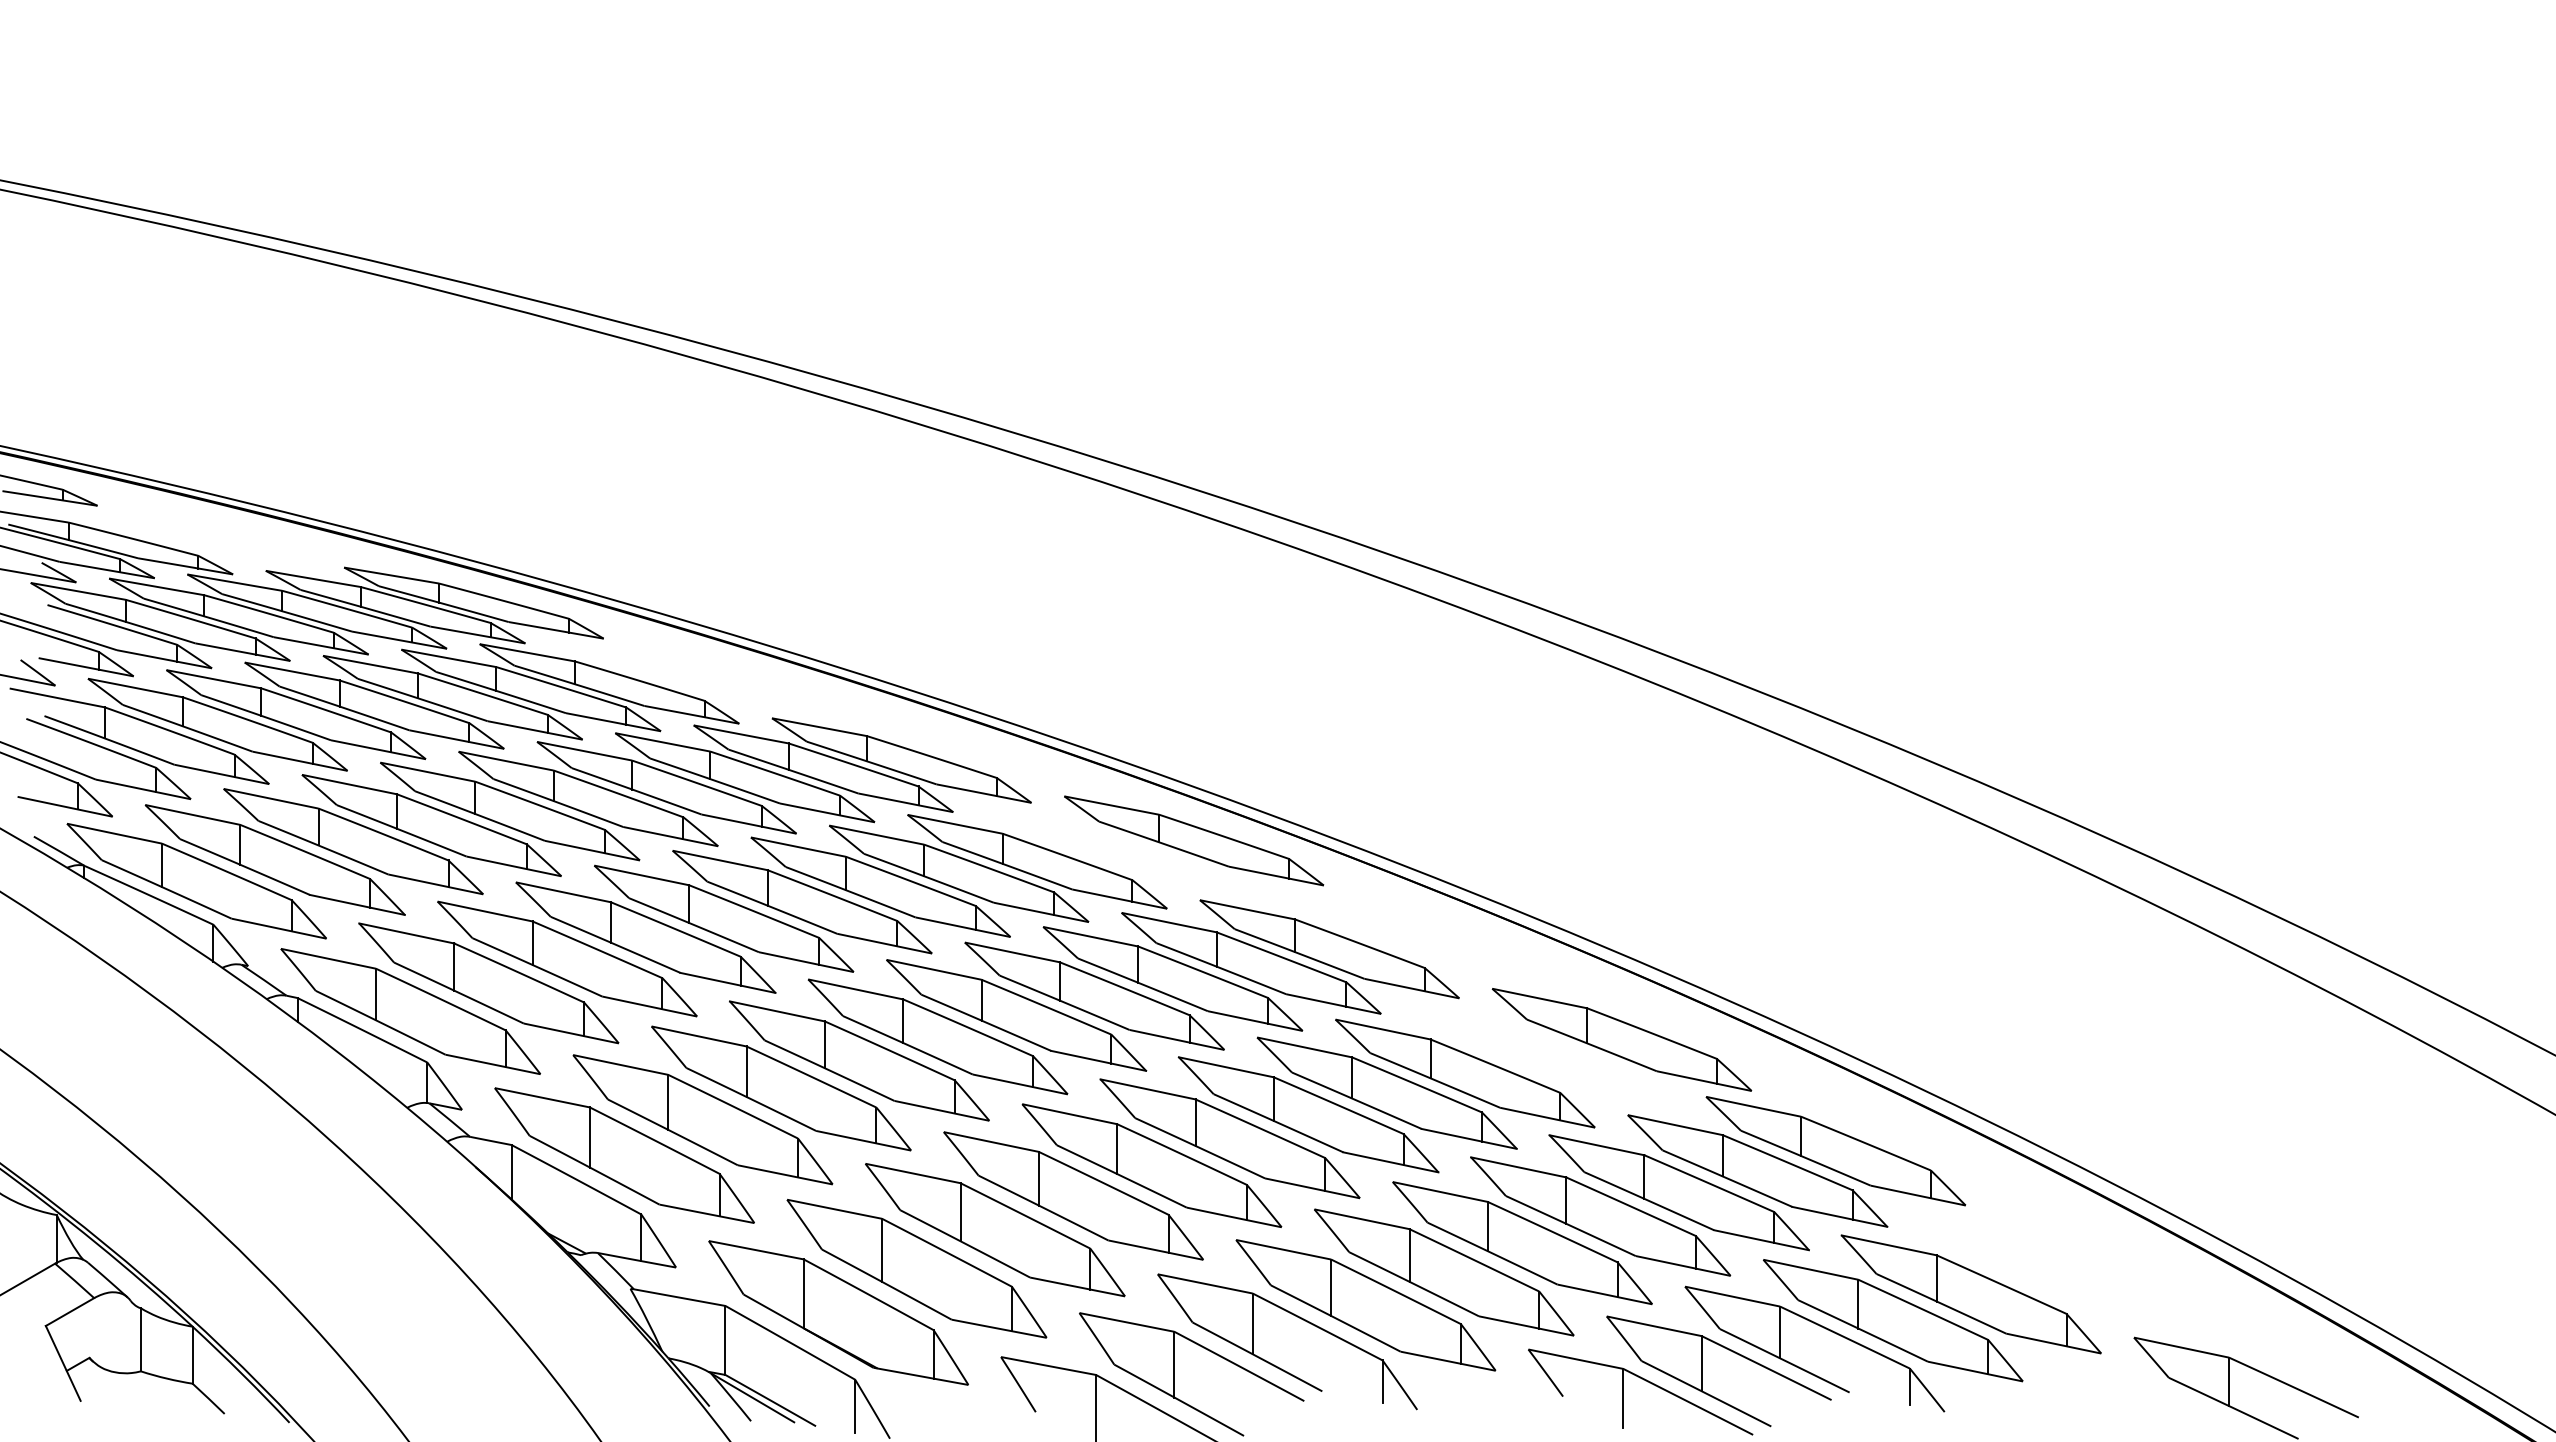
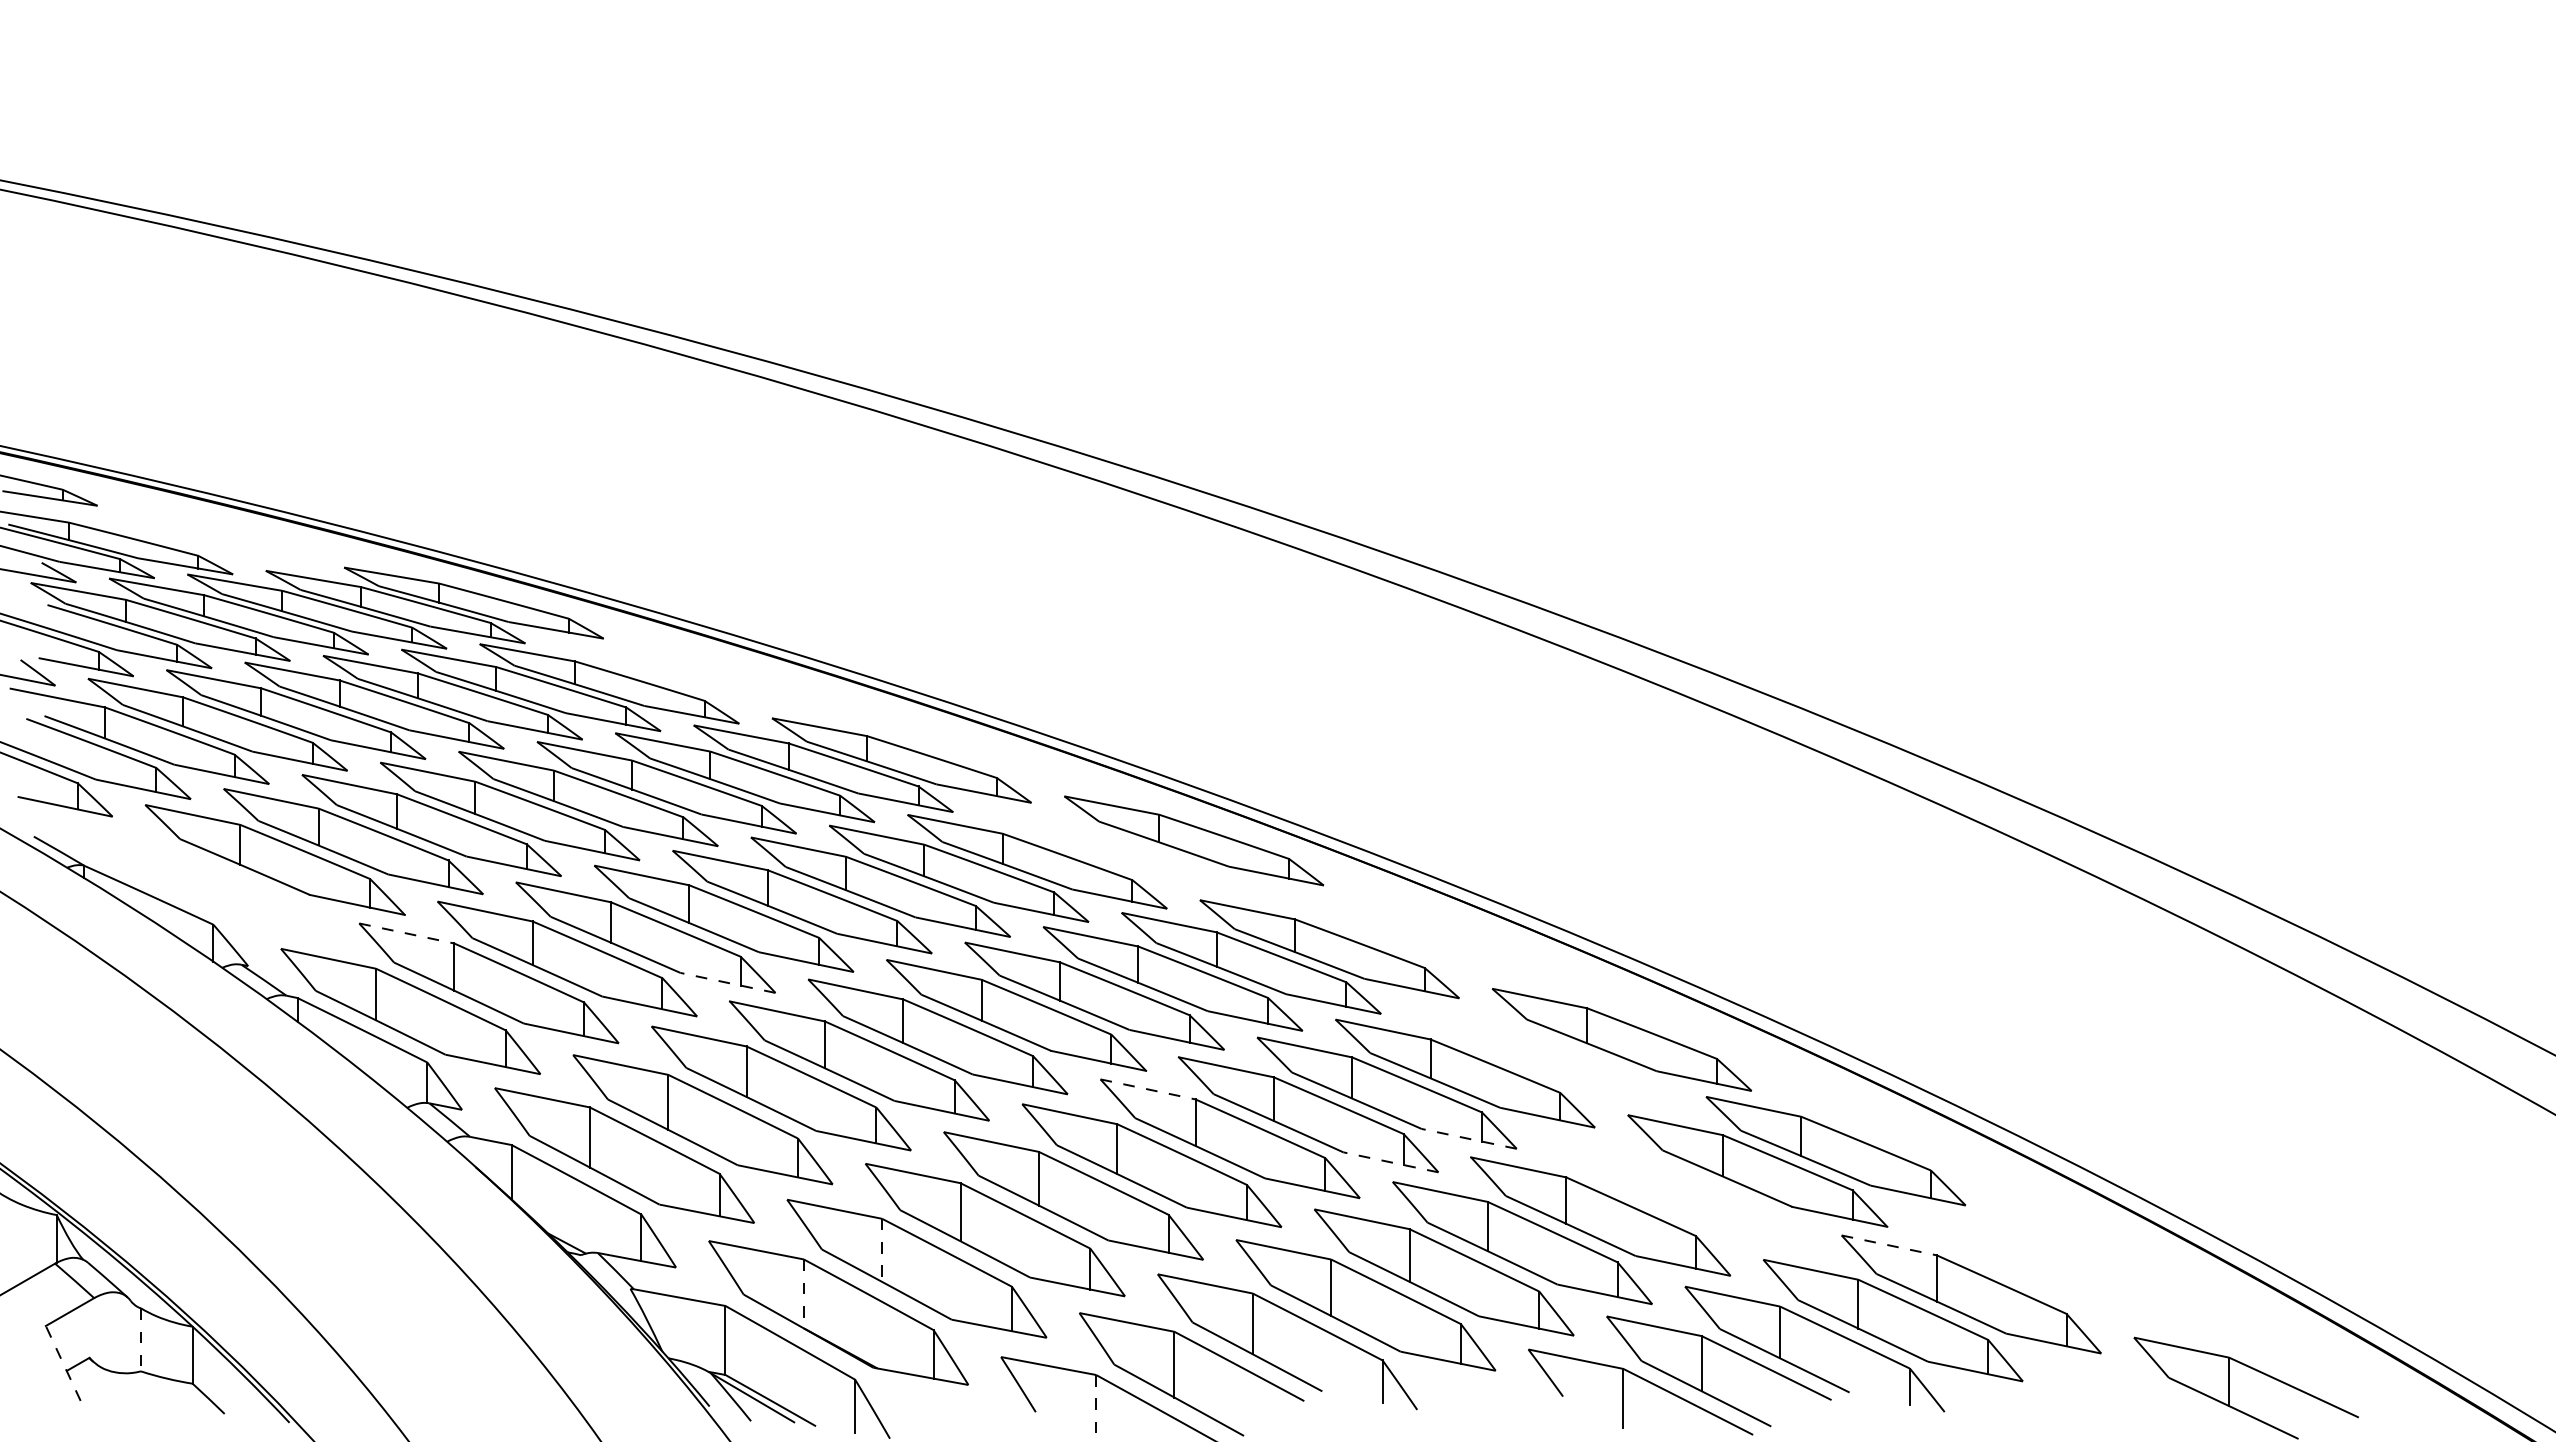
part at (196, 881): present -> none
line at (406, 933): solid -> dashed
line at (727, 982): solid -> dashed
line at (1148, 1089): solid -> dashed
line at (1469, 1138): solid -> dashed
line at (1390, 1162): solid -> dashed
part at (1678, 1192): present -> none
line at (1889, 1245): solid -> dashed
line at (882, 1250): solid -> dashed
line at (803, 1293): solid -> dashed
line at (140, 1339): solid -> dashed
line at (63, 1363): solid -> dashed
line at (1096, 1408): solid -> dashed
